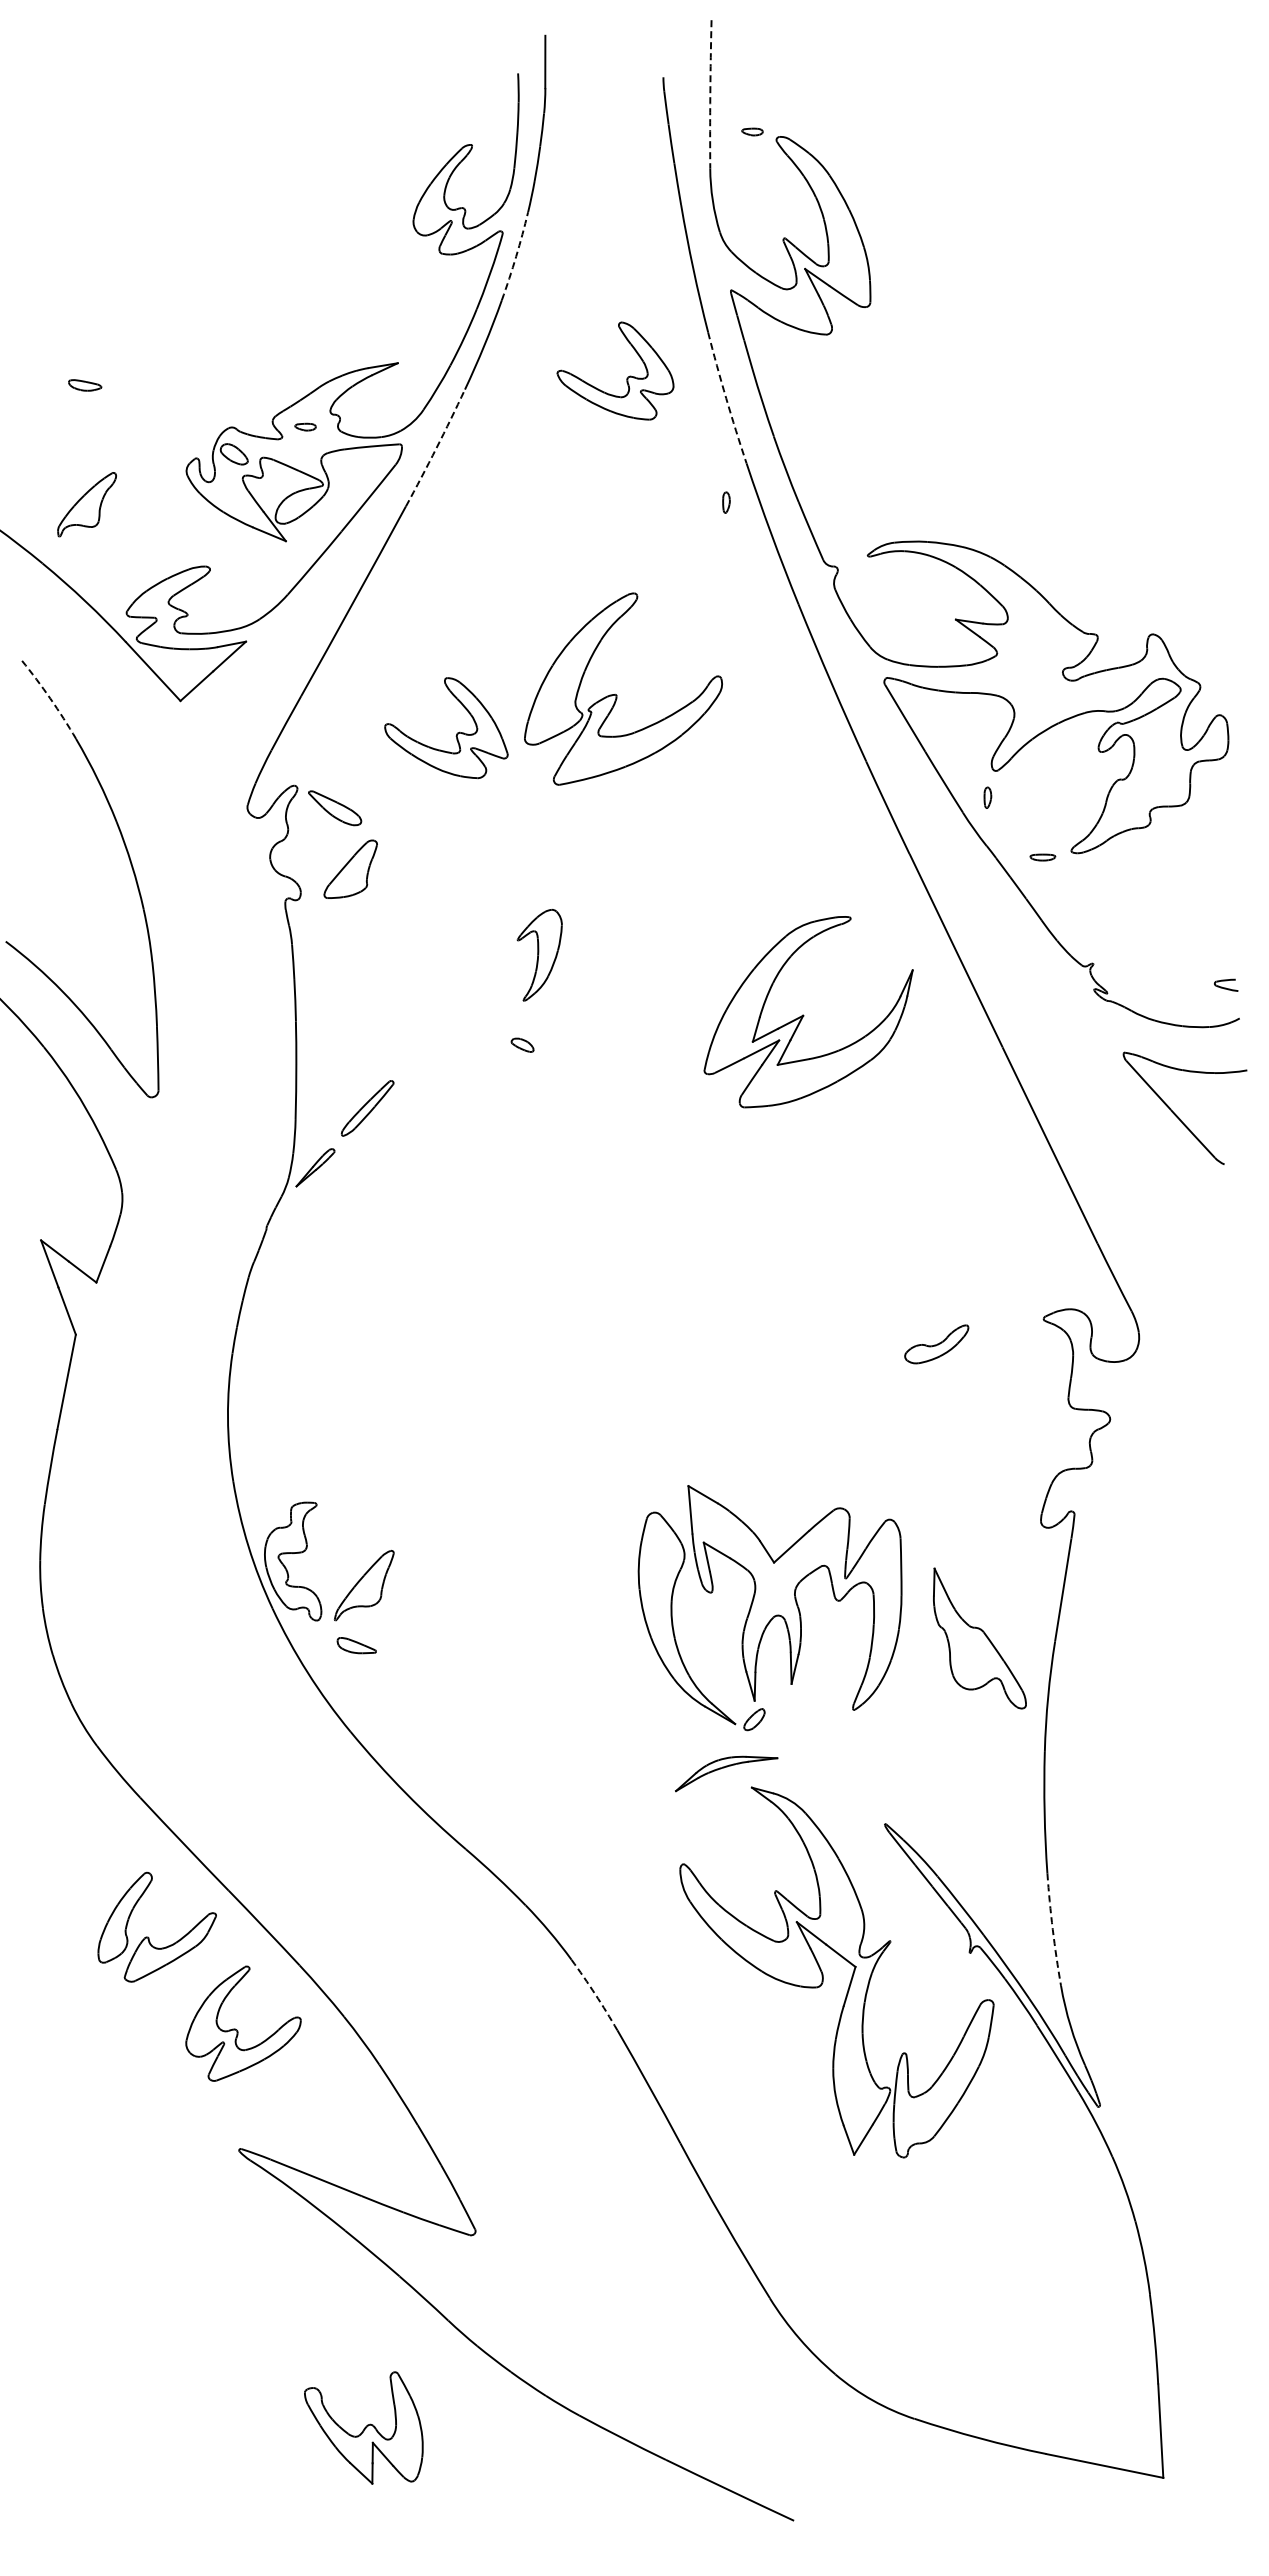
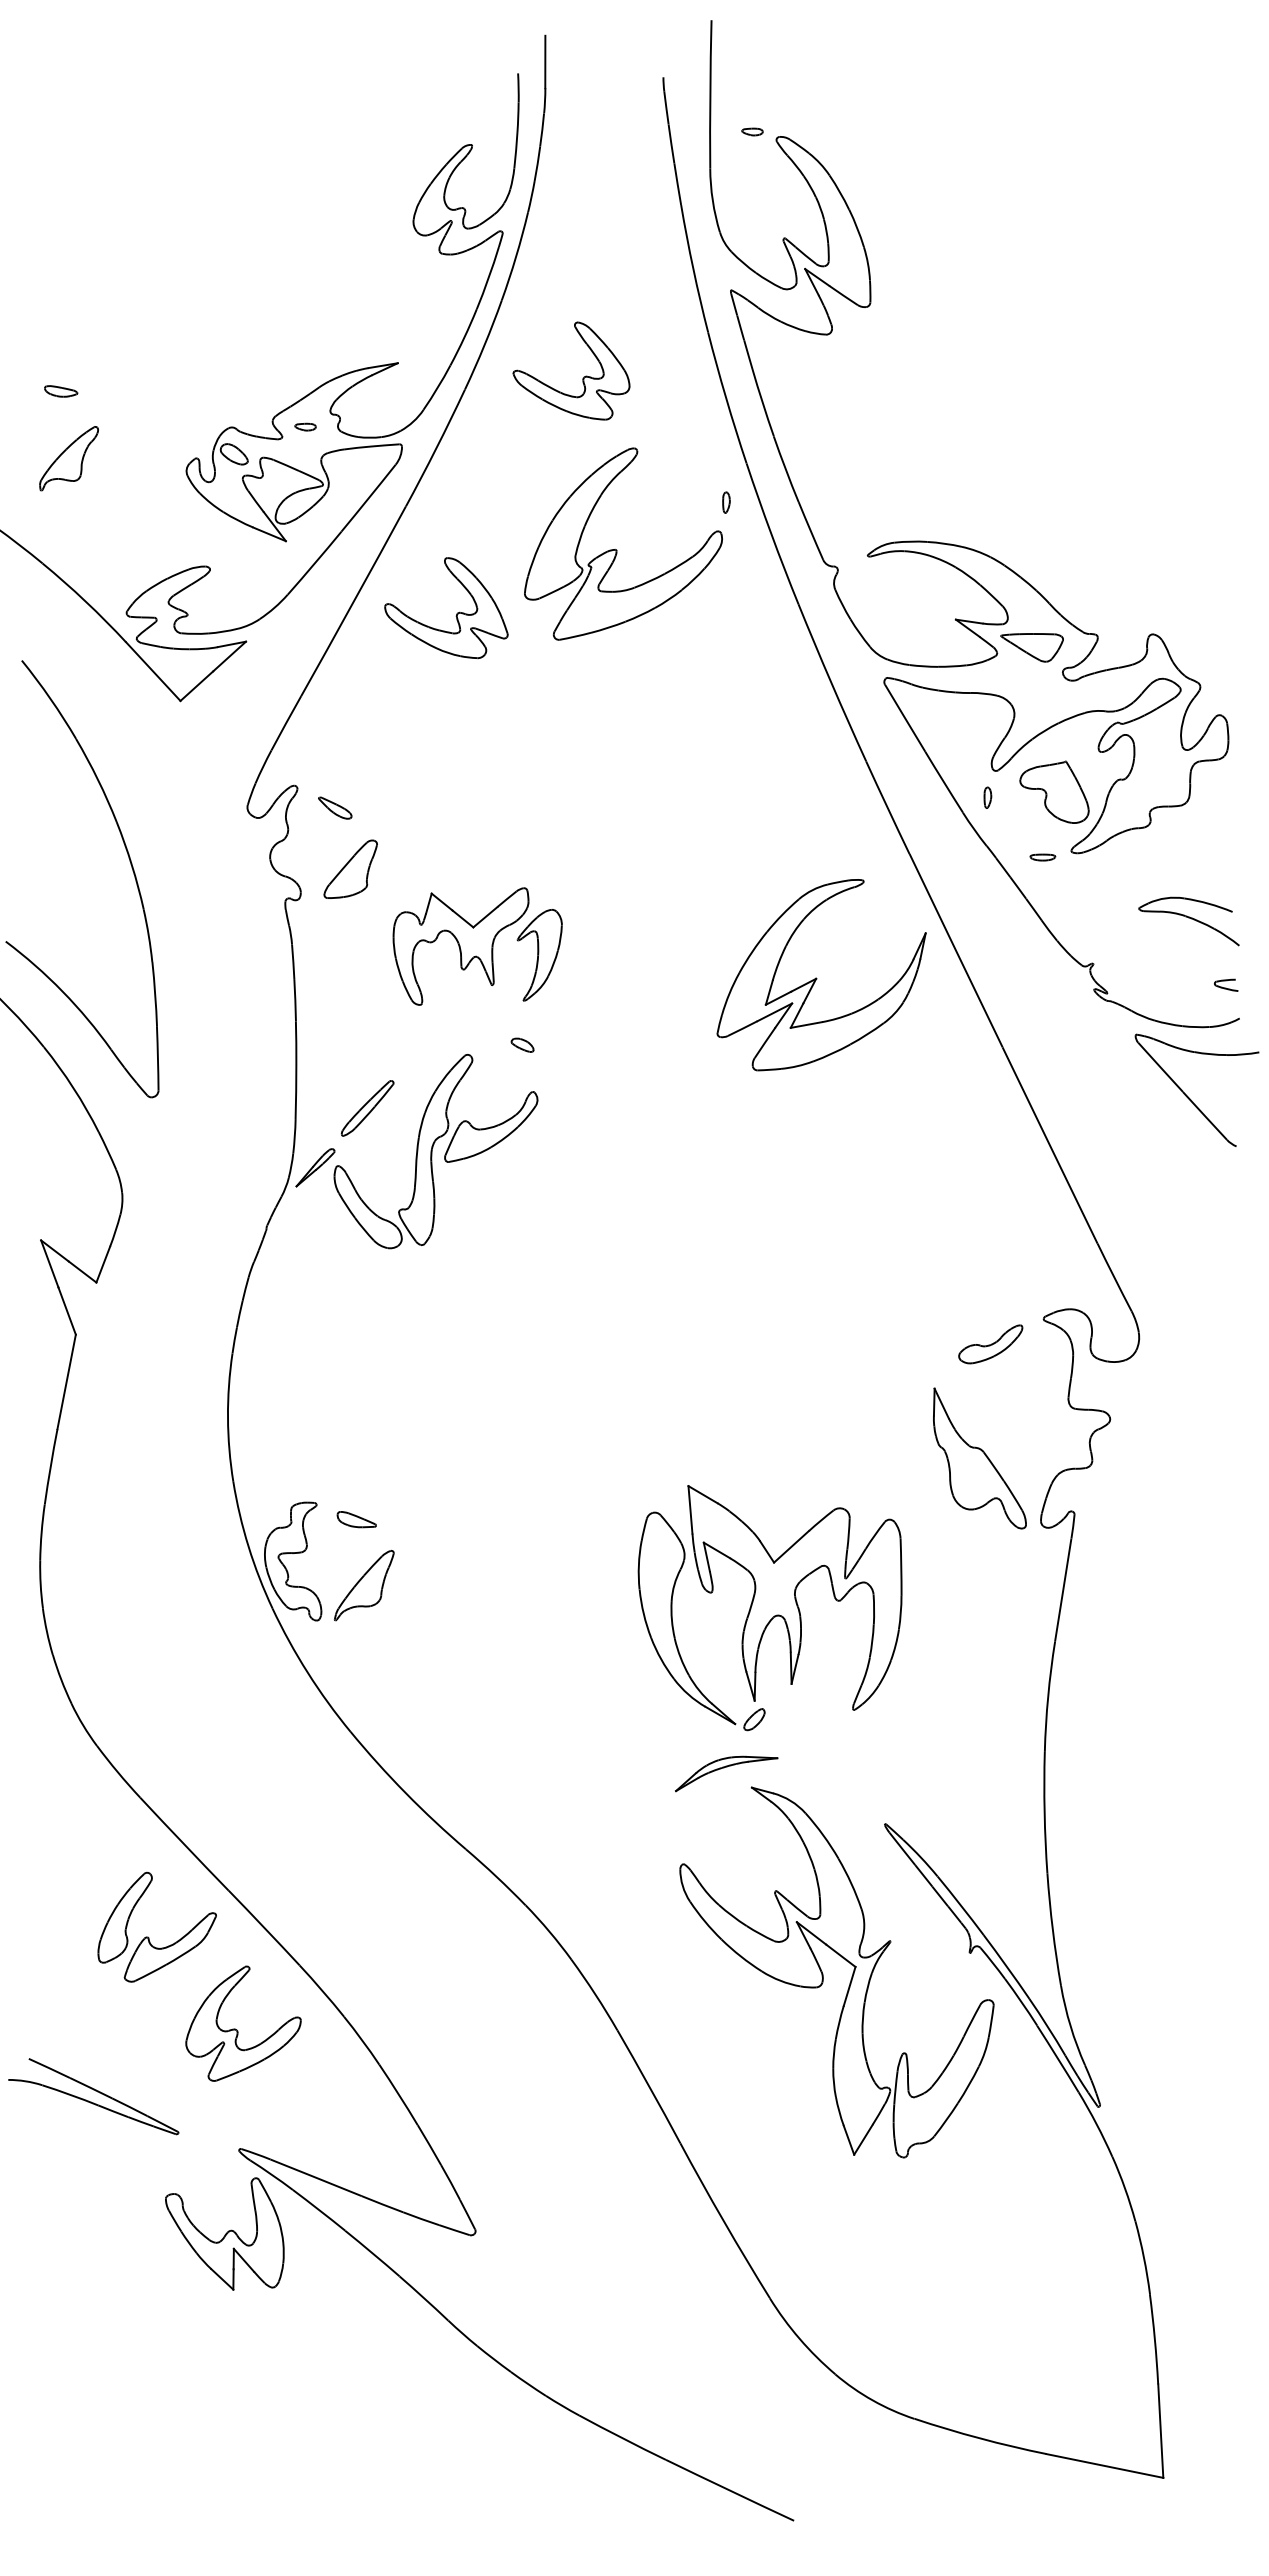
arc at (710, 94): dashed -> solid
arc at (516, 256): dashed -> solid
part at (626, 378) position: (626, 378) -> (582, 378)
part at (85, 385) position: (85, 385) -> (61, 391)
arc at (726, 398): dashed -> solid
arc at (436, 448): dashed -> solid
part at (86, 504) position: (86, 504) -> (68, 458)
part at (1031, 647): none -> present
part at (616, 694) position: (616, 694) -> (616, 549)
arc at (50, 698): dashed -> solid
part at (456, 733) position: (456, 733) -> (456, 613)
part at (1054, 791): none -> present
part at (335, 808) size: 55x37 px -> 35x24 px
part at (1188, 921): none -> present
part at (460, 946): none -> present
part at (808, 1012) position: (808, 1012) -> (821, 975)
part at (1176, 1114) position: (1176, 1114) -> (1188, 1096)
part at (435, 1151): none -> present
part at (936, 1344) position: (936, 1344) -> (990, 1344)
part at (979, 1638) position: (979, 1638) -> (979, 1458)
part at (356, 1645) position: (356, 1645) -> (356, 1519)
arc at (1052, 1929): dashed -> solid
arc at (595, 1994): dashed -> solid
part at (93, 2096): none -> present
part at (363, 2427) position: (363, 2427) -> (224, 2233)
